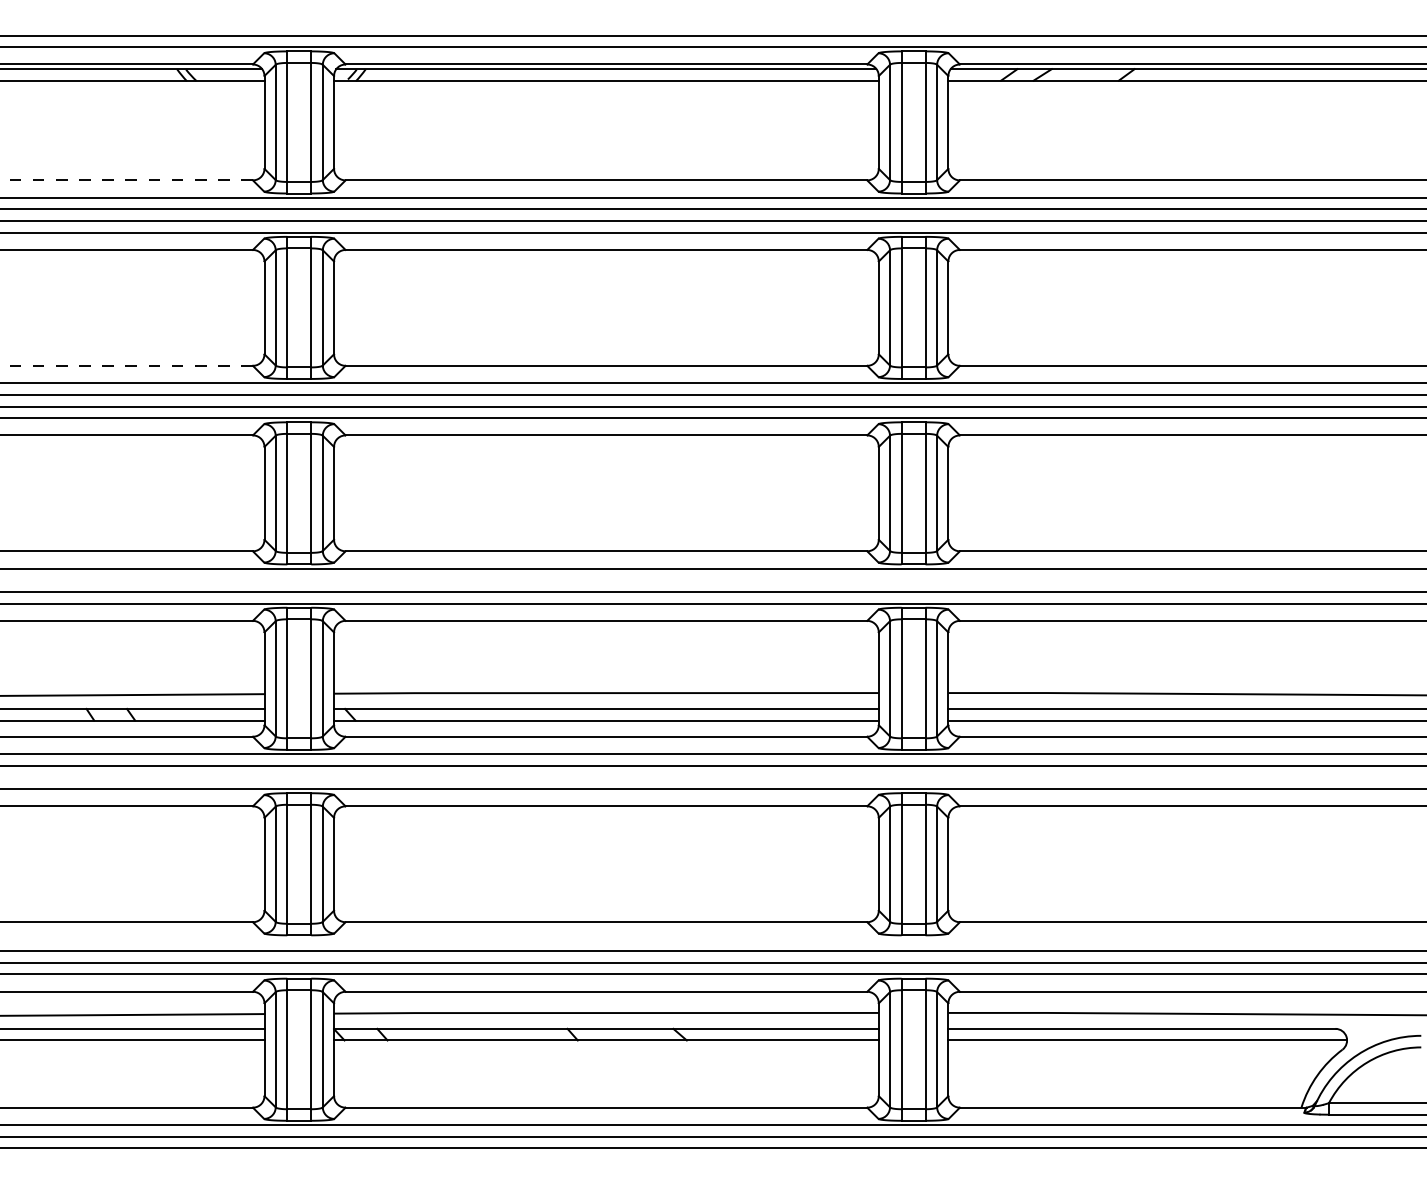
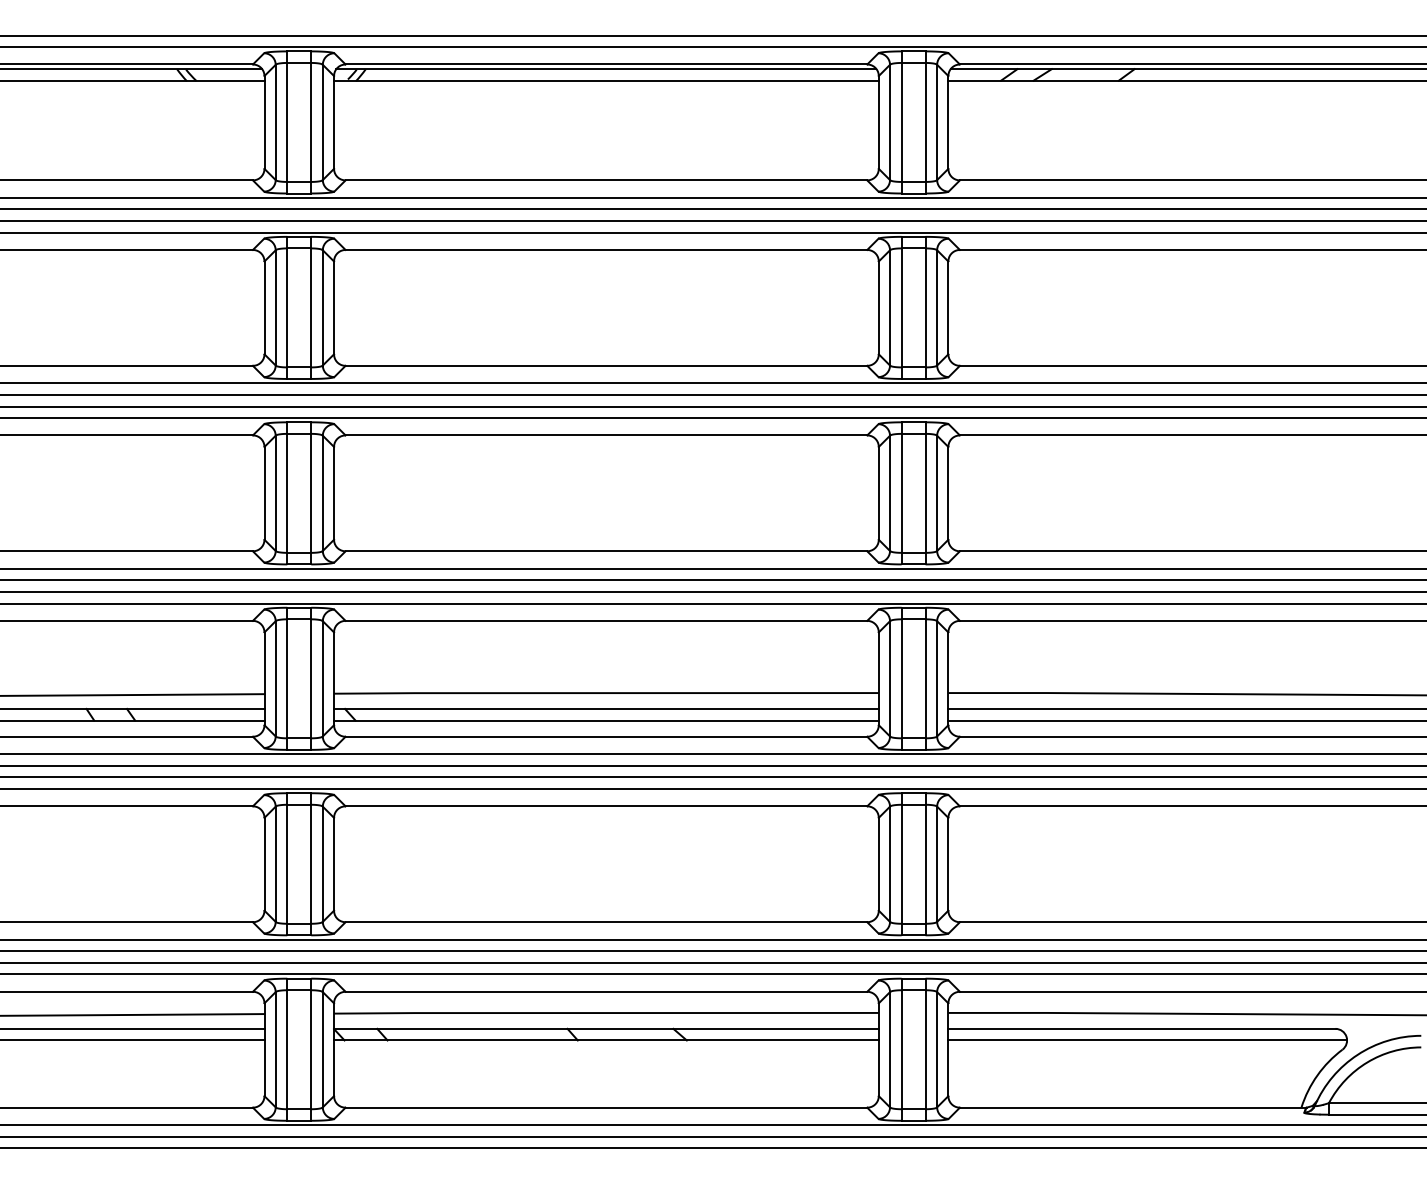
line at (126, 180): dashed -> solid
line at (126, 365): dashed -> solid
line at (712, 580): none -> present
line at (712, 777): none -> present
line at (712, 939): none -> present
